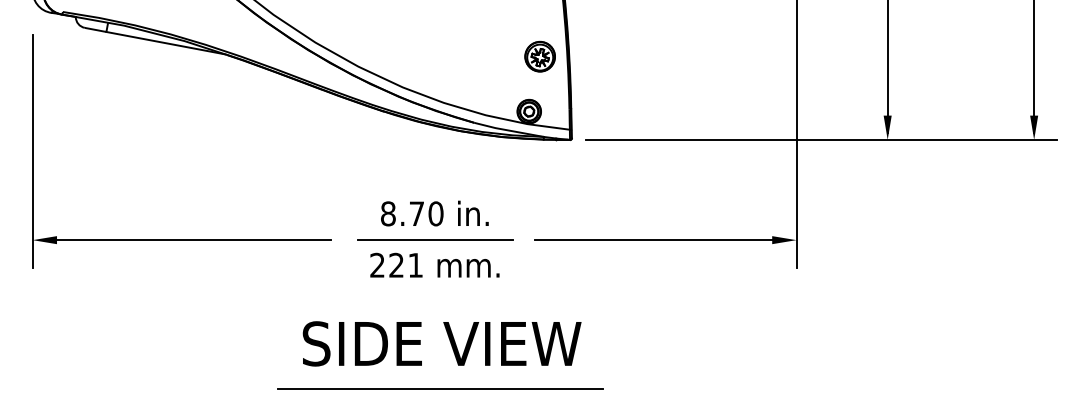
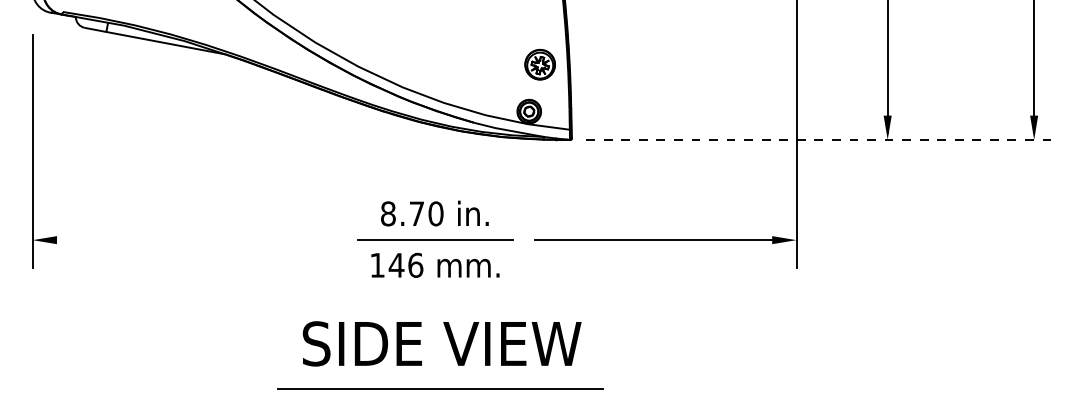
part at (539, 56) position: (539, 56) -> (539, 64)
line at (821, 139): solid -> dashed
line at (191, 240): present -> none
text at (396, 264): 221 -> 146
